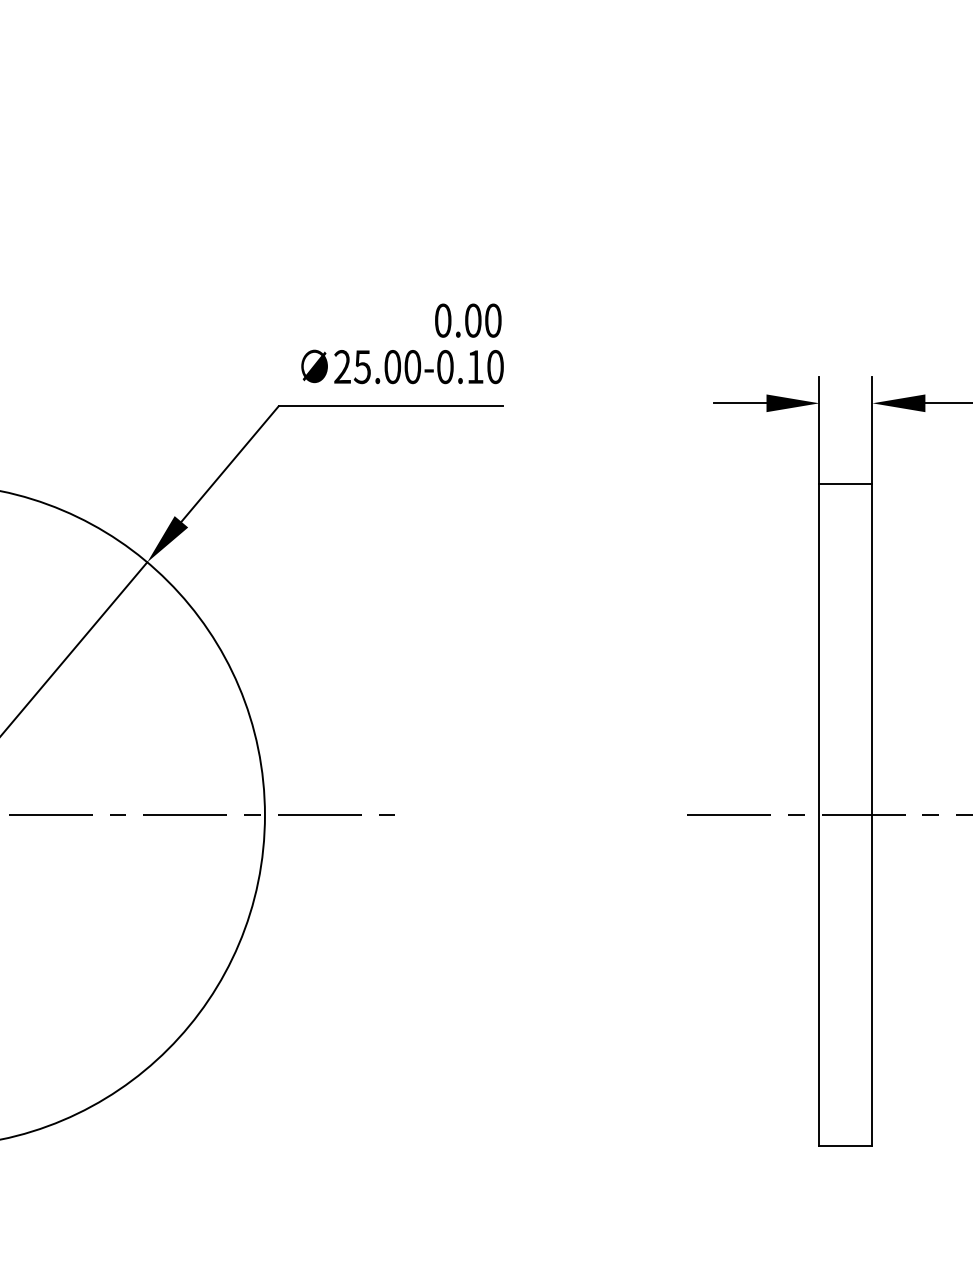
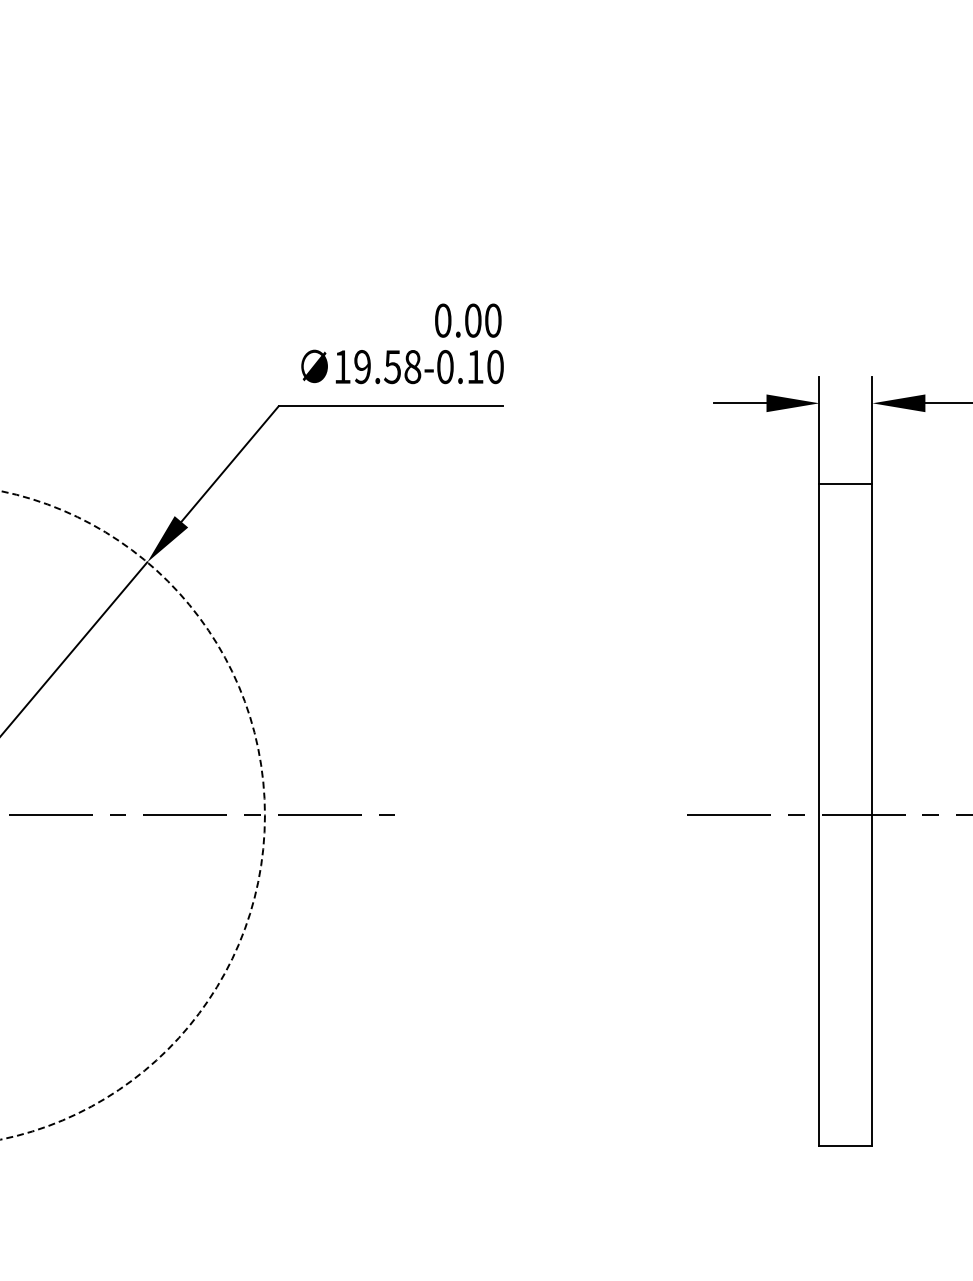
text at (377, 367): 25.00 -> 19.58
circle at (132, 815): solid -> dashed
